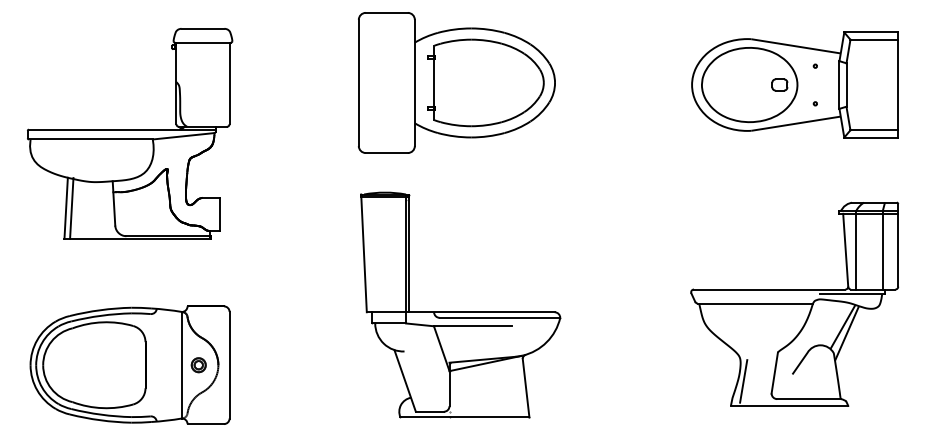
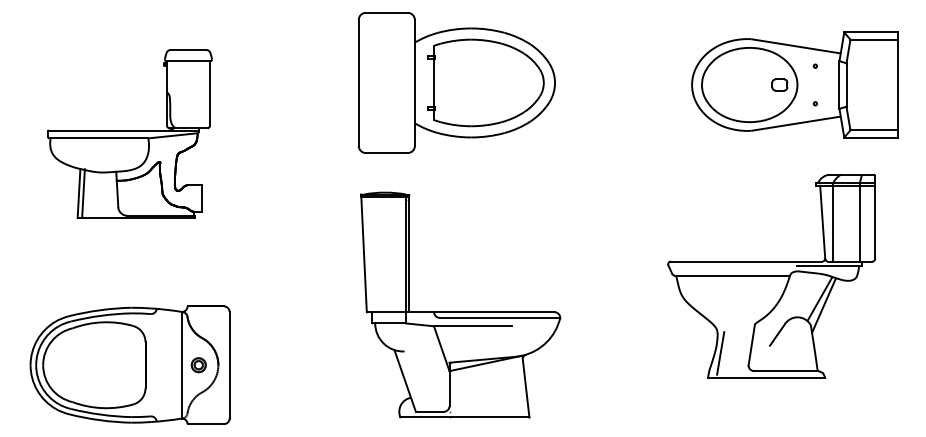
part at (130, 133) size: 207x212 px -> 166x170 px
part at (794, 303) position: (794, 303) -> (771, 275)
